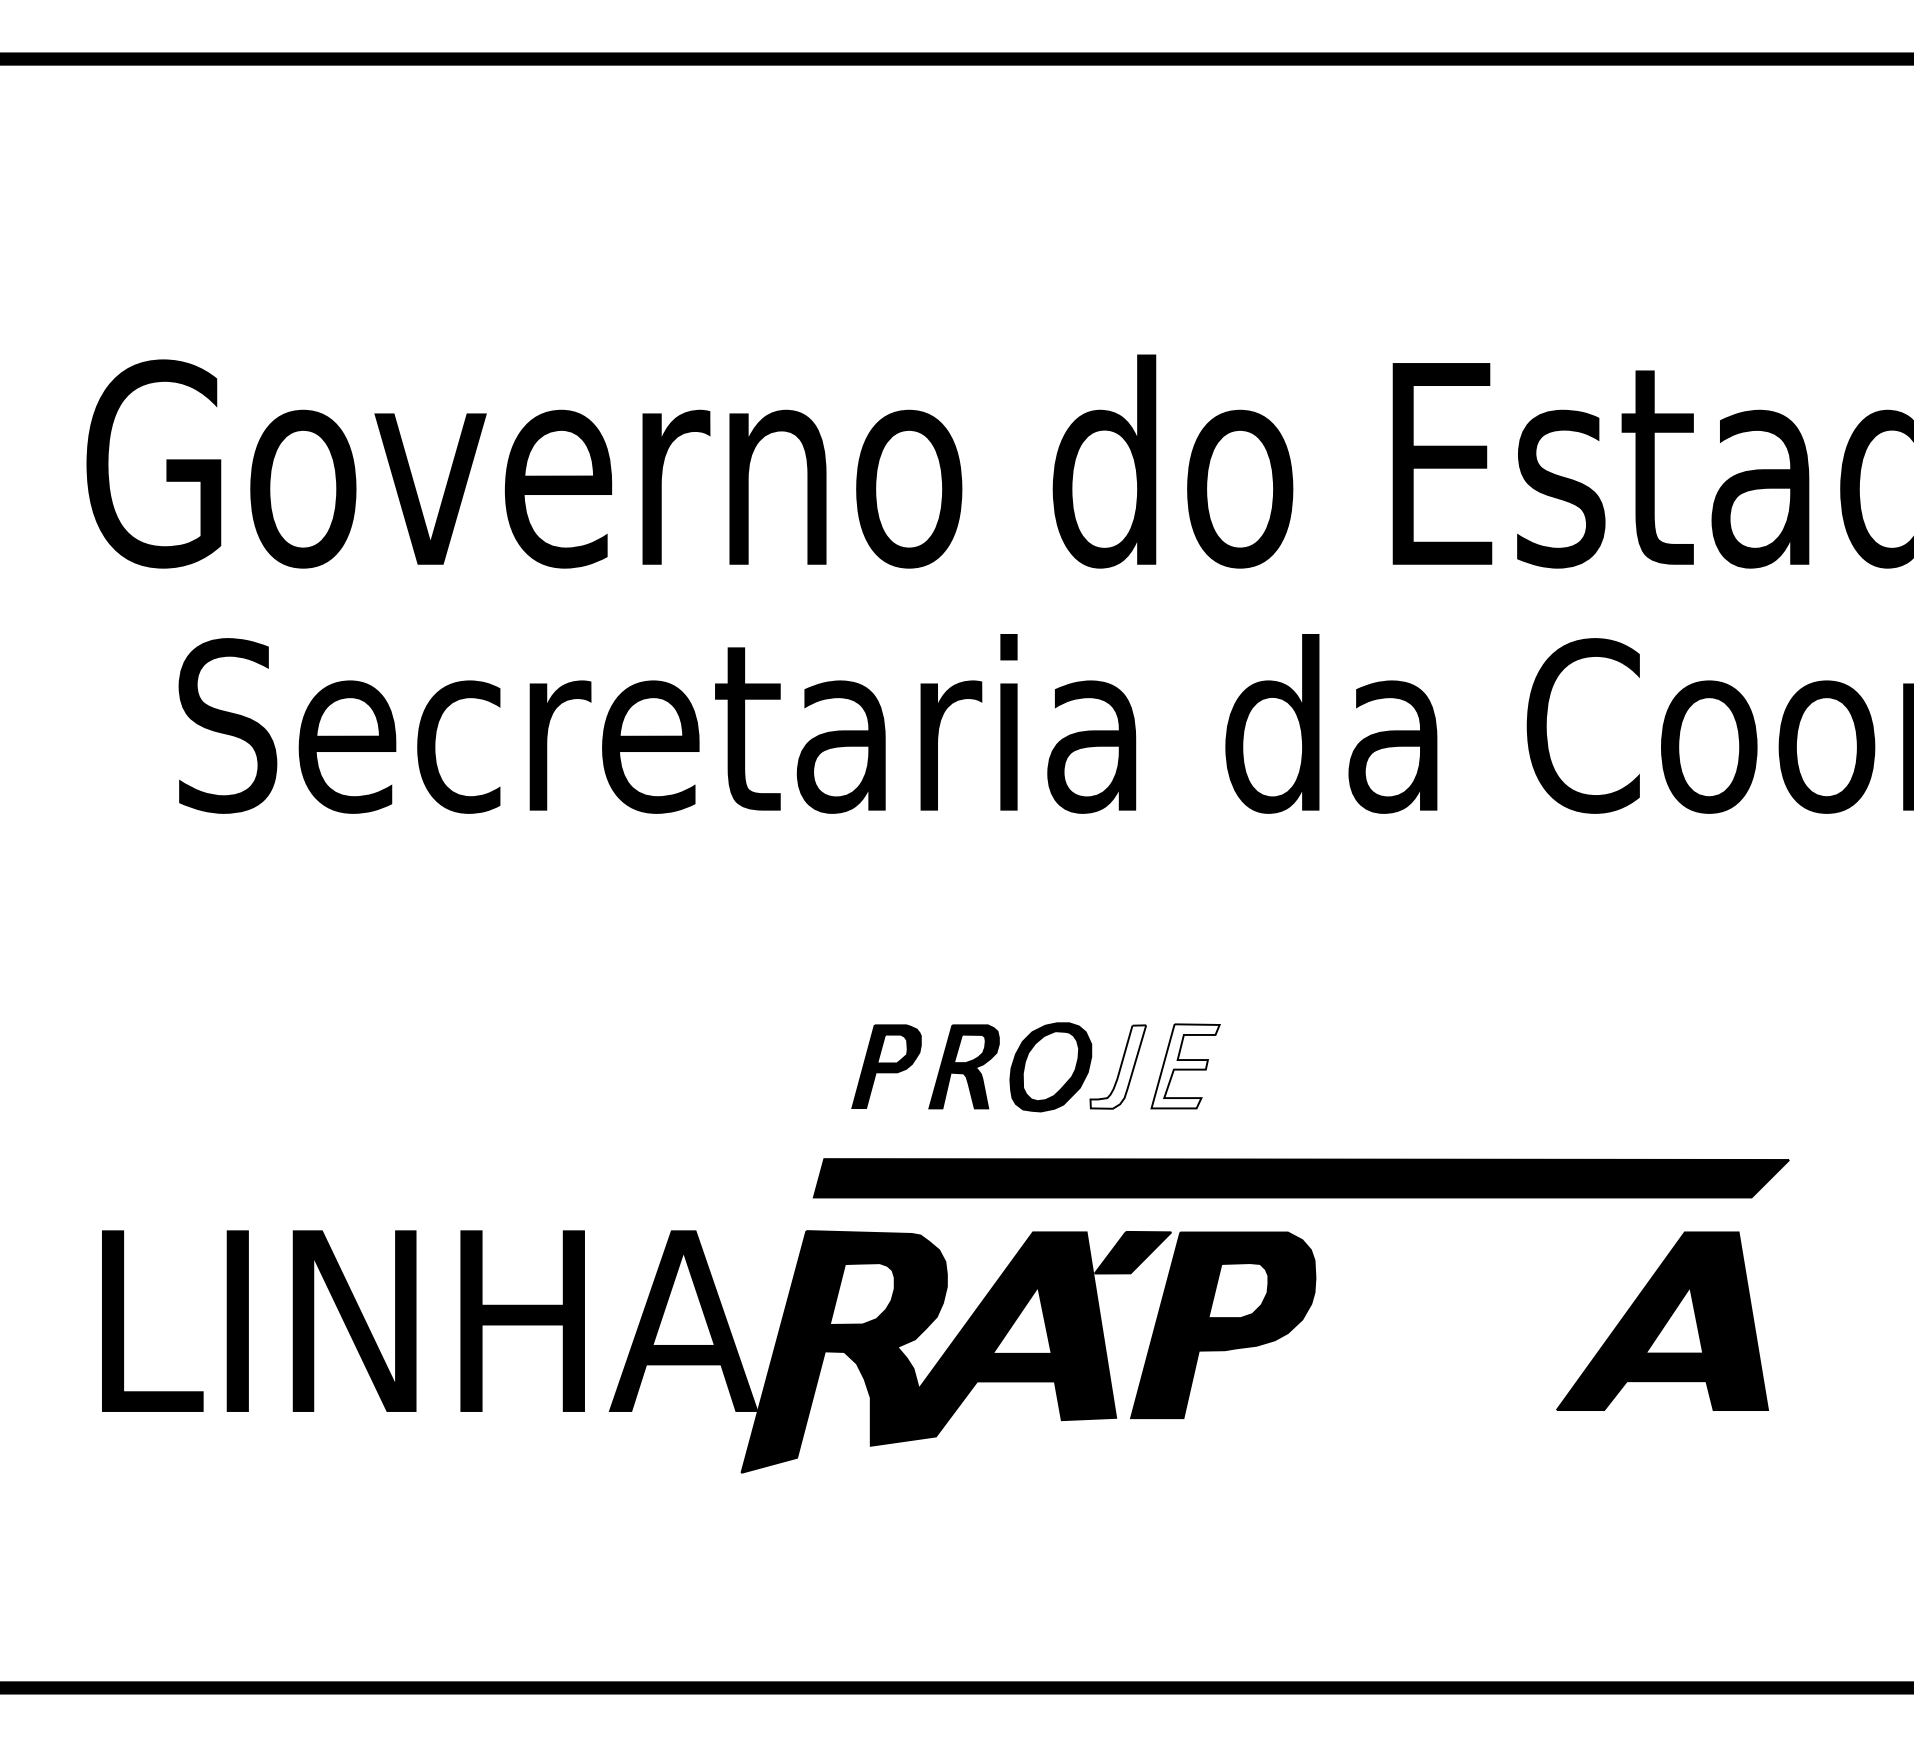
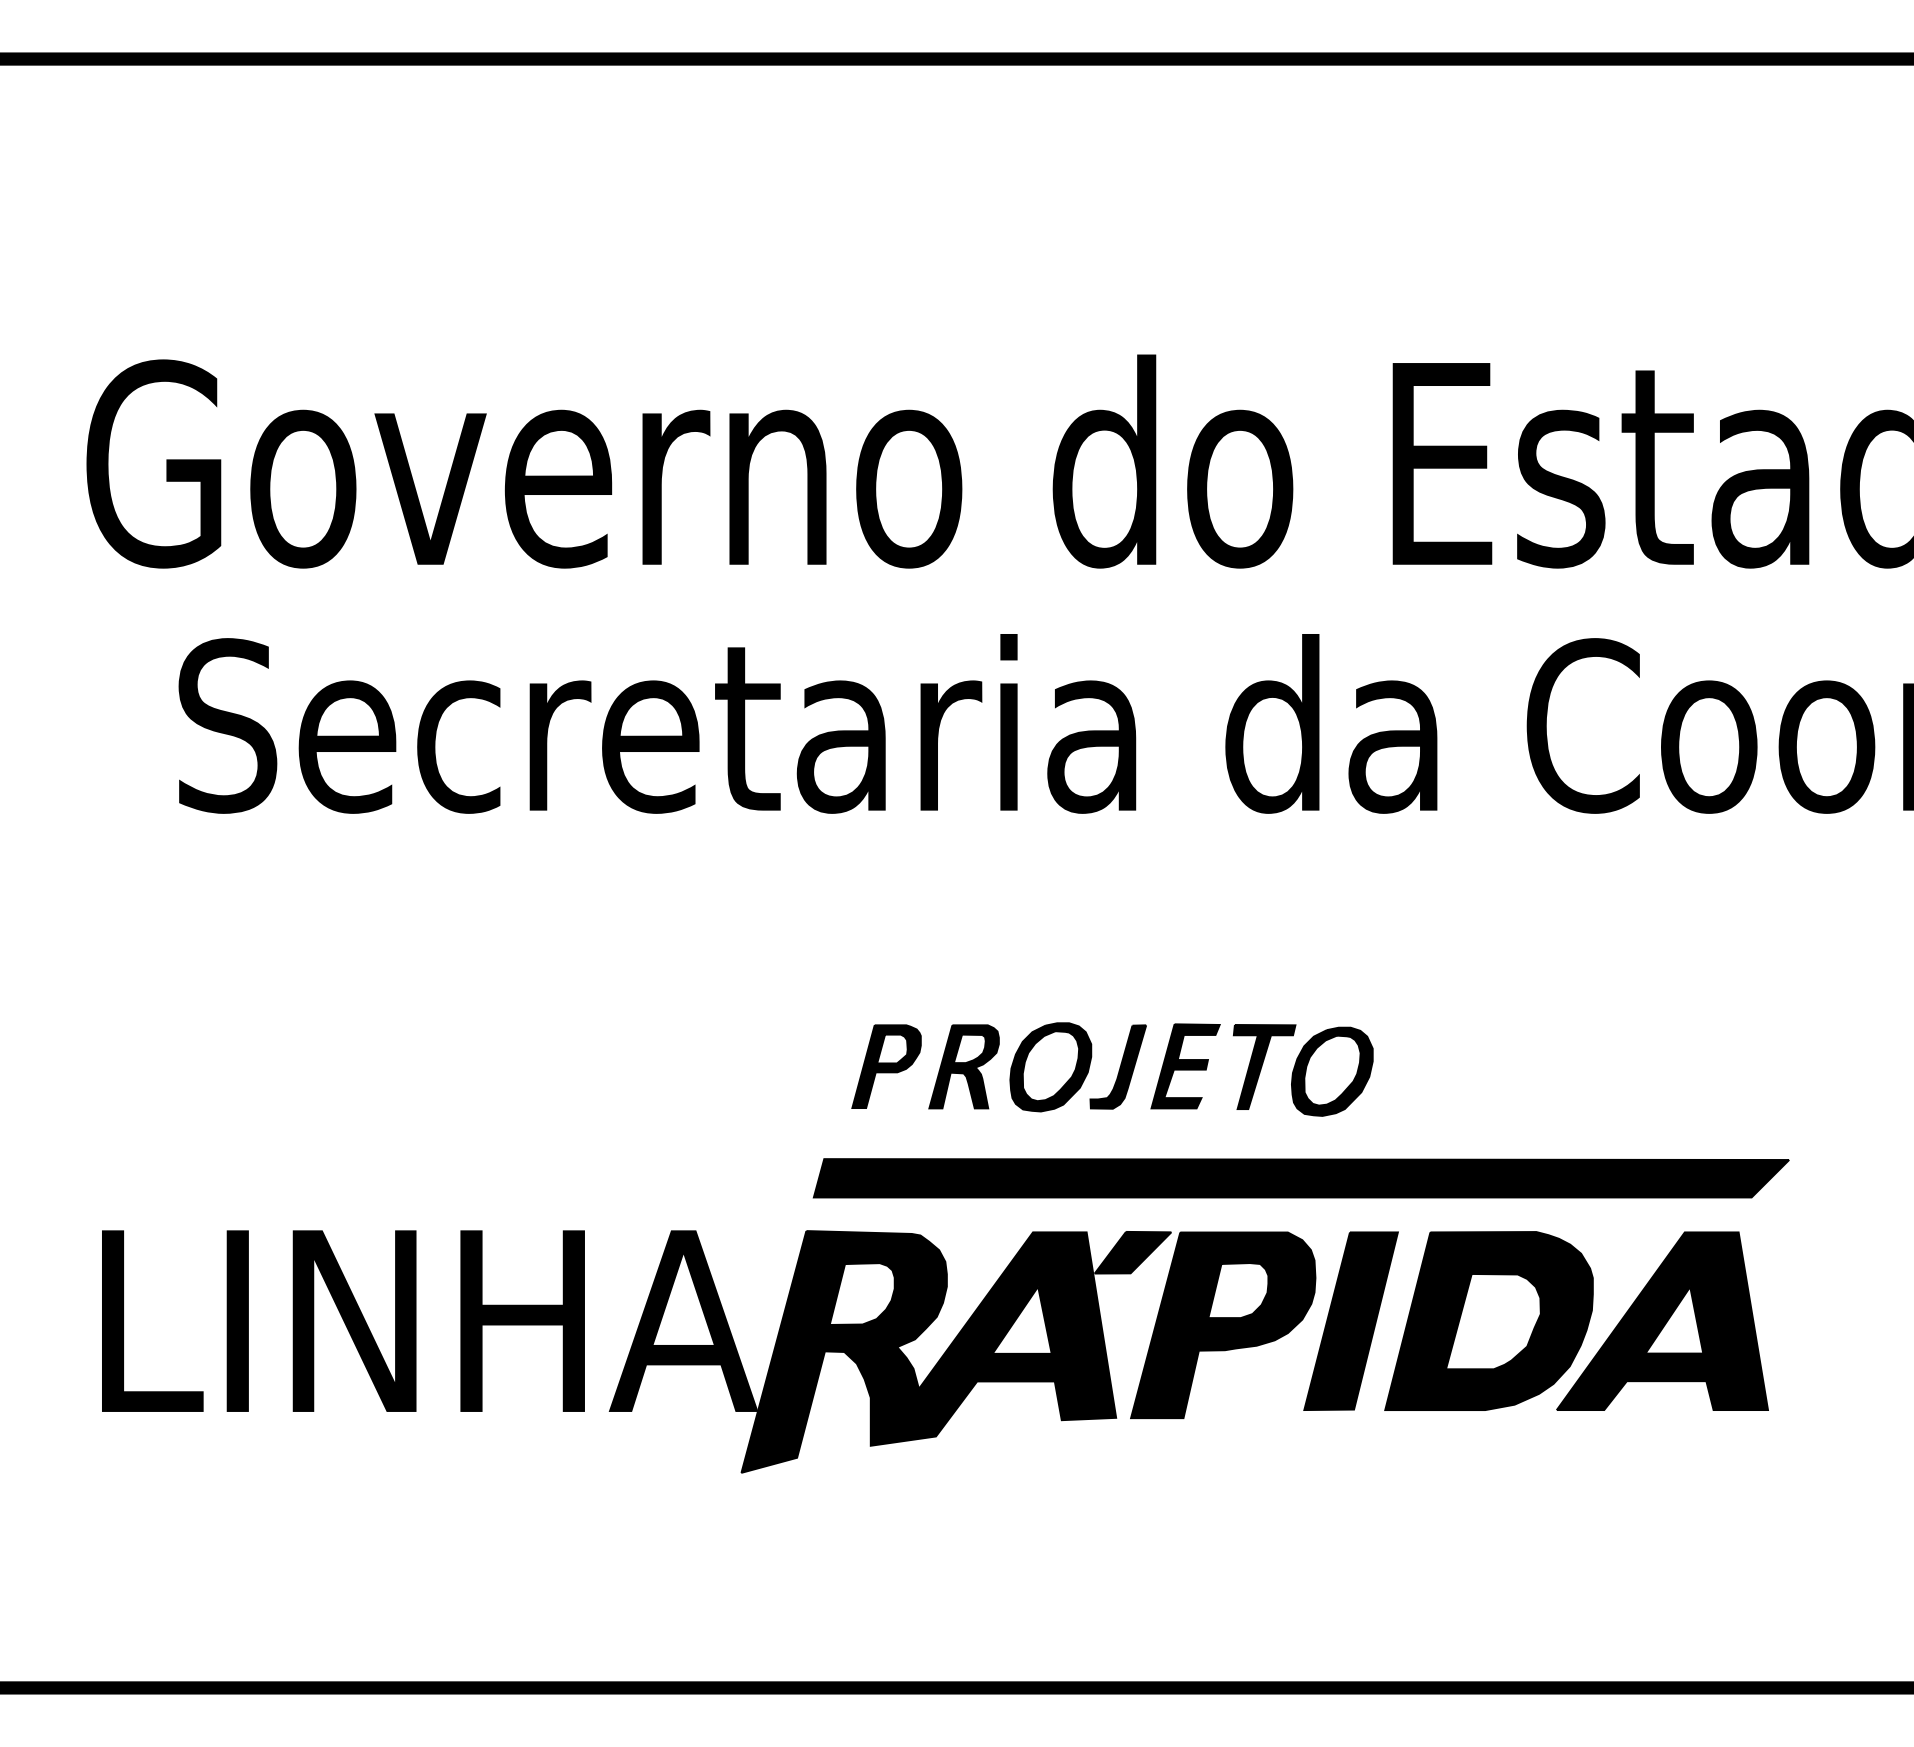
fill at (1118, 1066): none -> present
fill at (1185, 1066): none -> present
part at (1303, 1070): none -> present
part at (1448, 1320): none -> present
